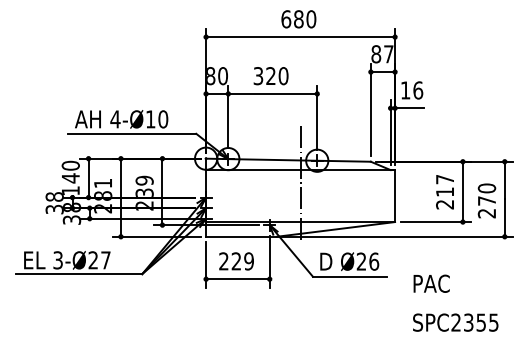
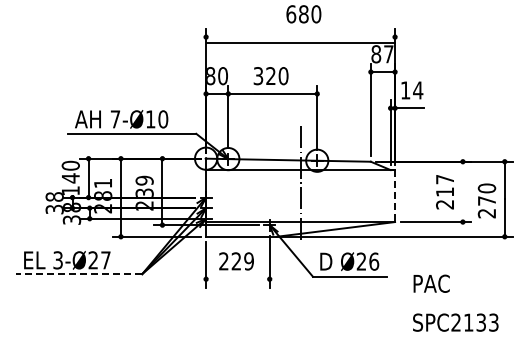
text at (298, 19) position: (298, 19) -> (303, 14)
line at (300, 37) position: (300, 37) -> (300, 43)
text at (418, 90): 16 -> 14
text at (115, 119): 4-Ø10 -> 7-Ø10
line at (462, 191): present -> none
line at (395, 196): solid -> dashed
line at (78, 274): solid -> dashed
line at (237, 279): present -> none
text at (481, 322): SPC2355 -> SPC2133
